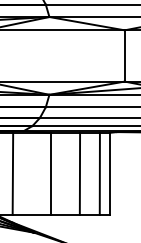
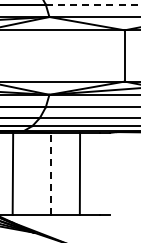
line at (93, 4): solid -> dashed
line at (50, 173): solid -> dashed
line at (99, 173): present -> none
line at (109, 173): present -> none
